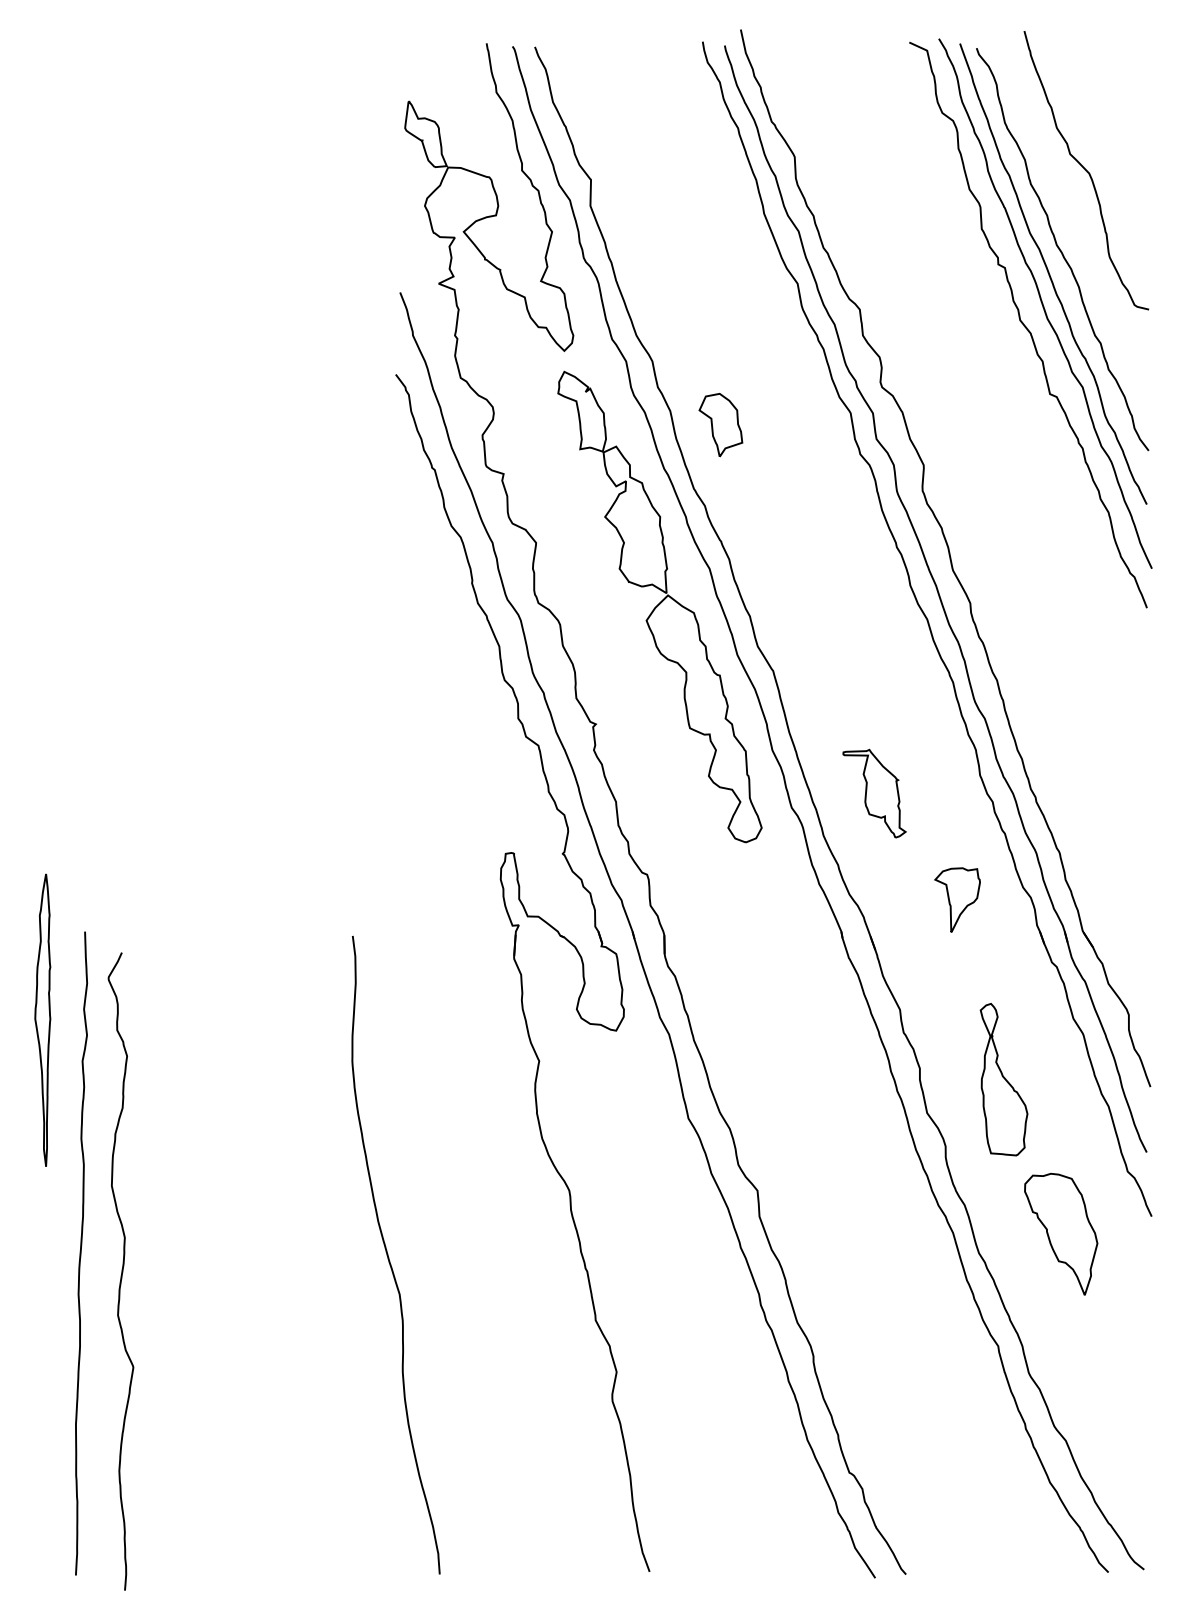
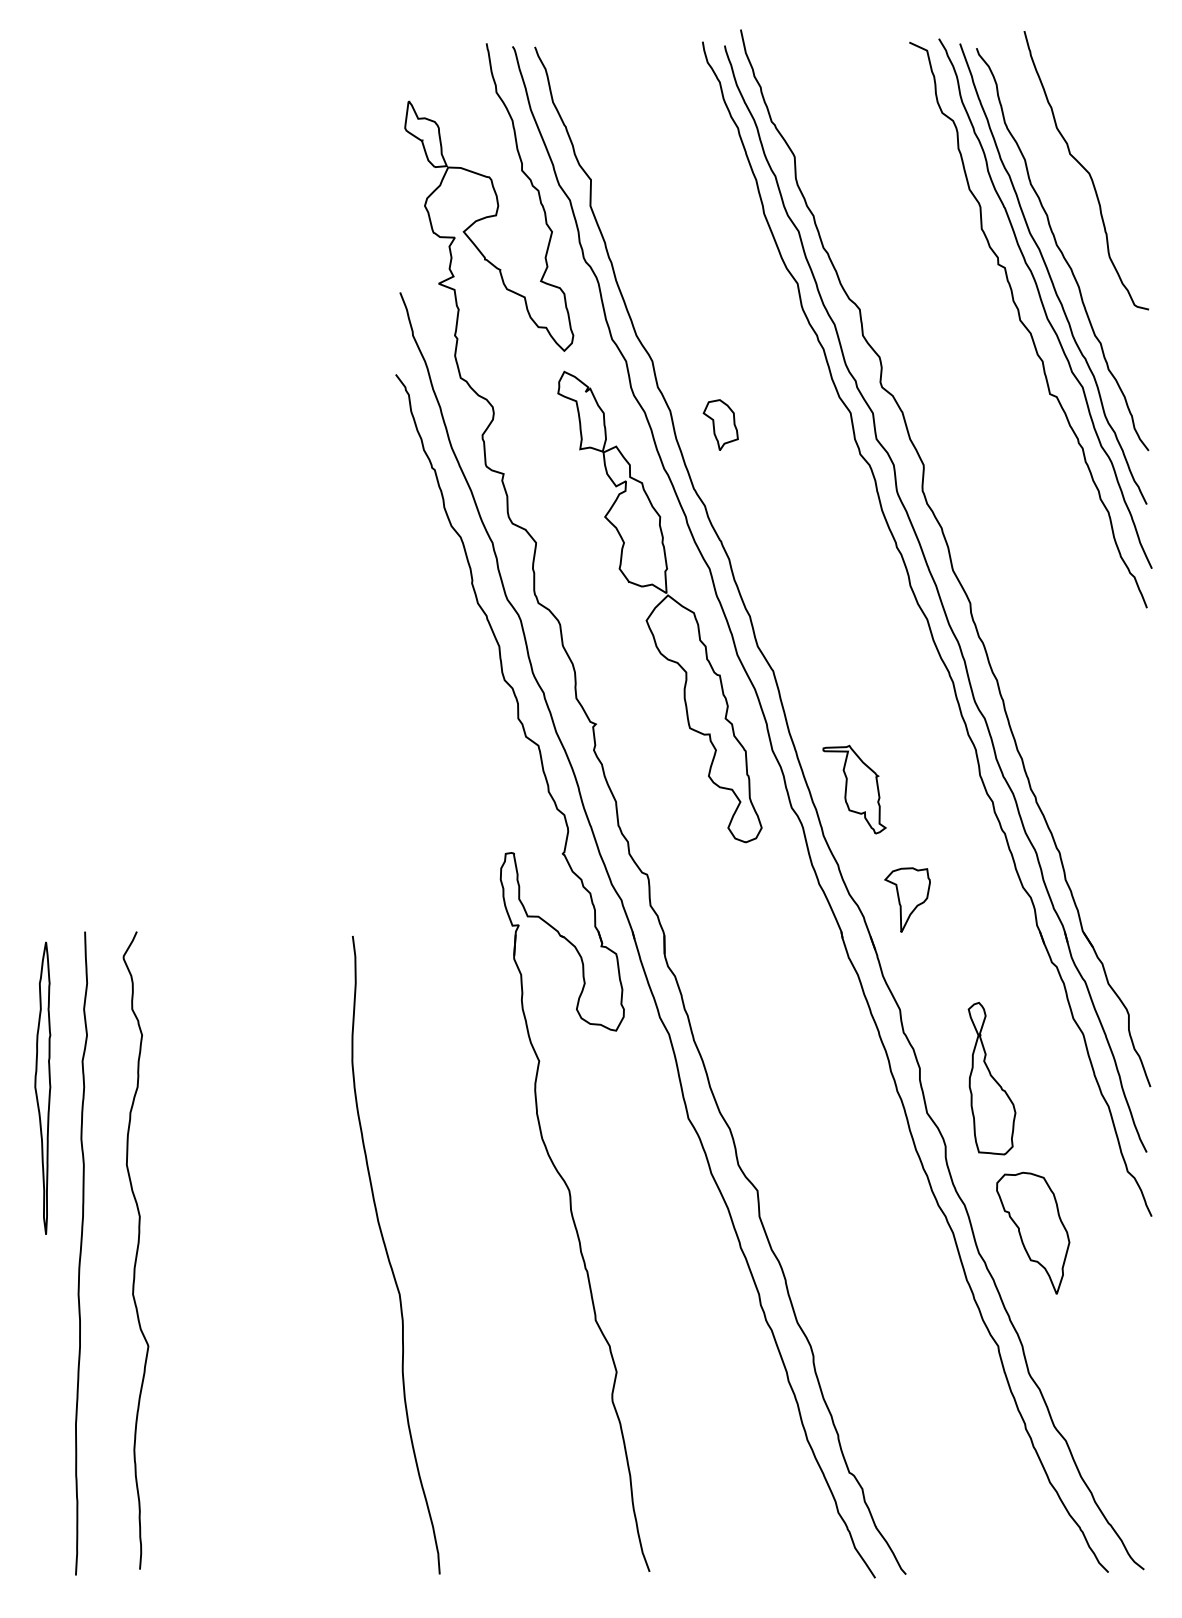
part at (720, 425) size: 46x65 px -> 37x52 px
part at (874, 793) position: (874, 793) -> (854, 789)
part at (957, 899) position: (957, 899) -> (907, 899)
part at (42, 1019) position: (42, 1019) -> (42, 1087)
part at (1003, 1079) position: (1003, 1079) -> (991, 1078)
part at (1061, 1233) position: (1061, 1233) -> (1033, 1232)
curve at (121, 1271) position: (121, 1271) -> (136, 1250)
